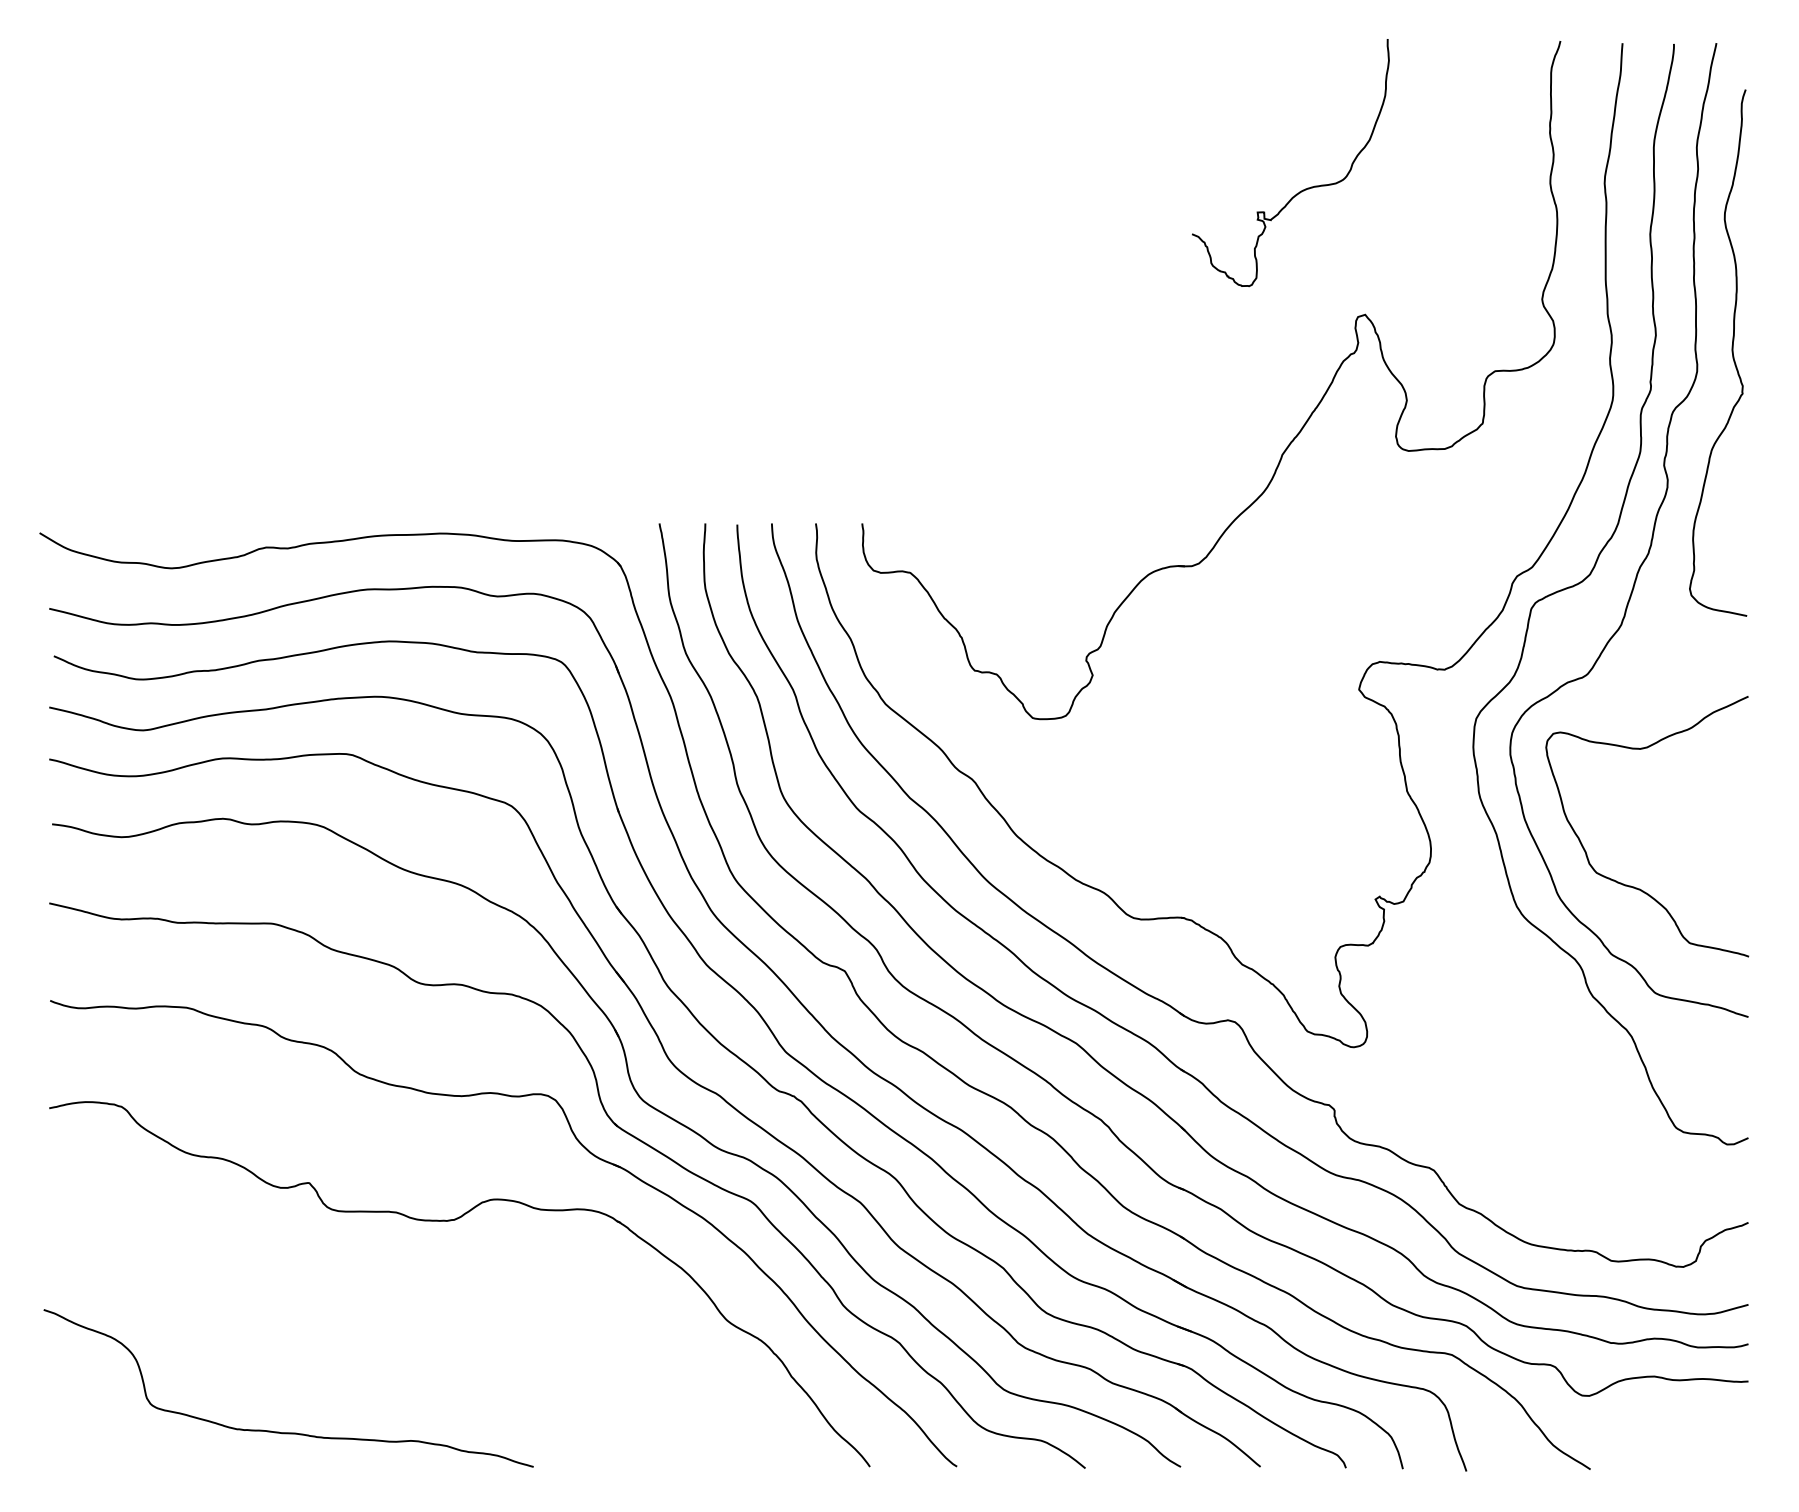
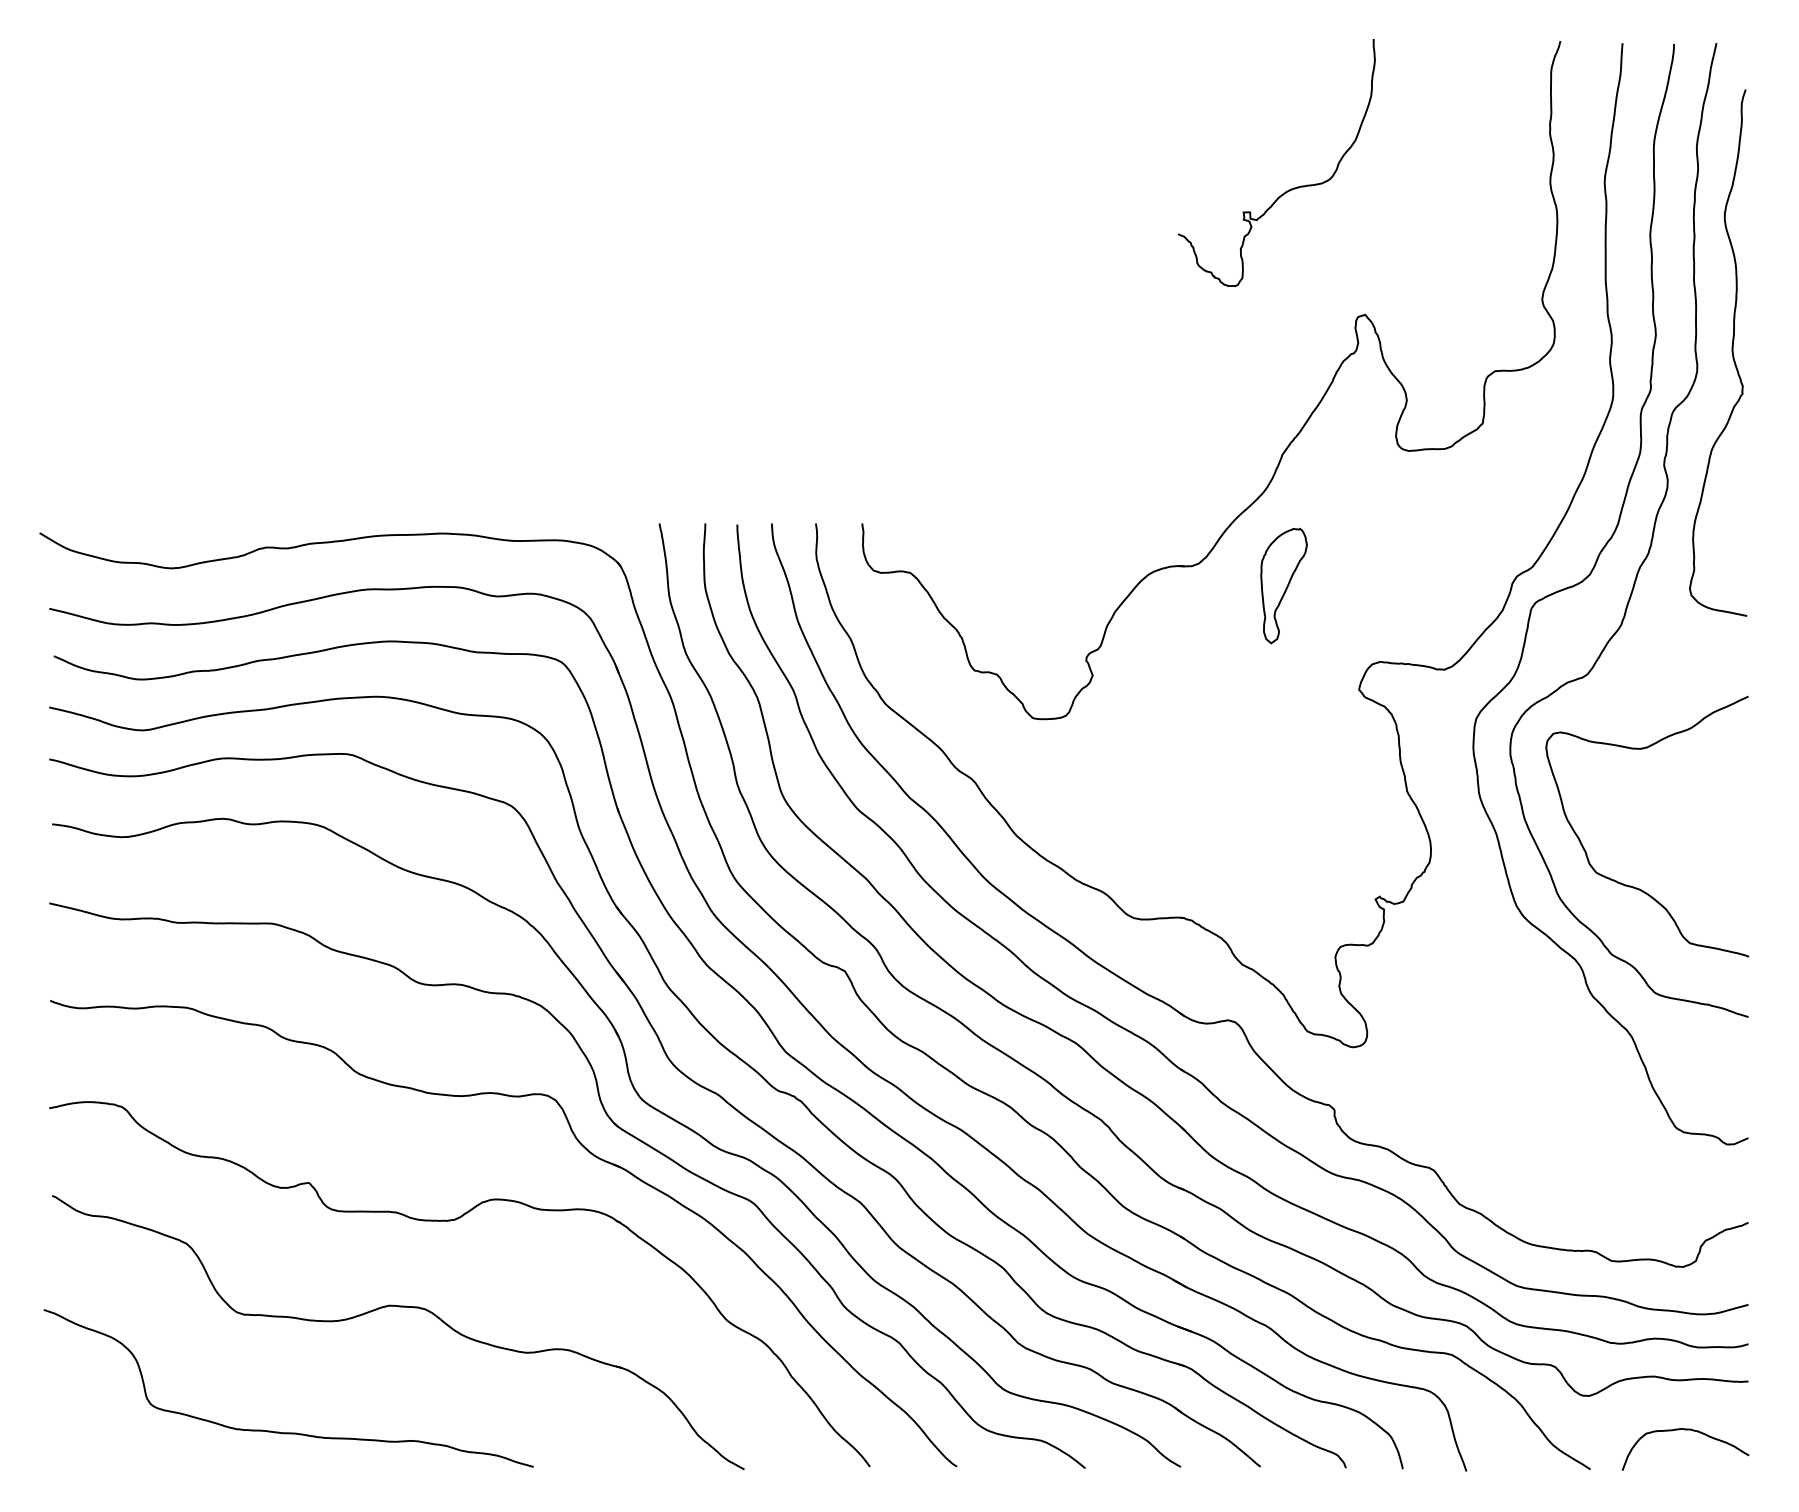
curve at (1303, 189) position: (1303, 189) -> (1289, 189)
part at (1283, 585): none -> present
part at (398, 1307): none -> present
curve at (1685, 1430): none -> present
